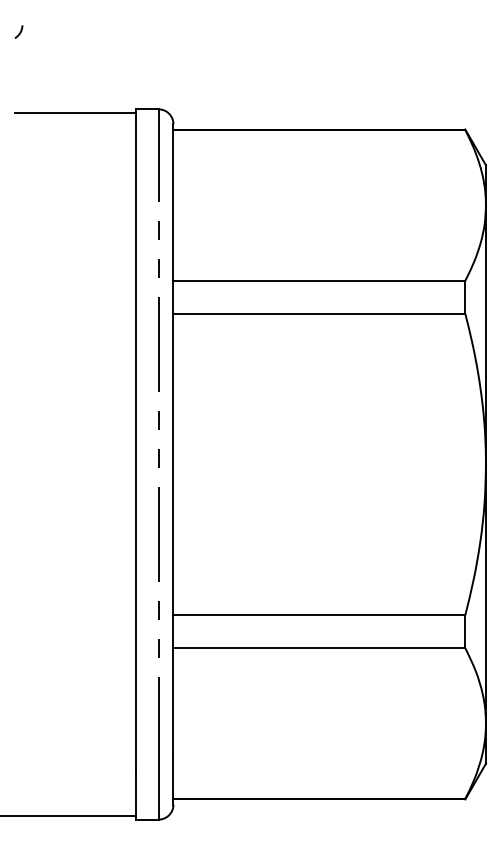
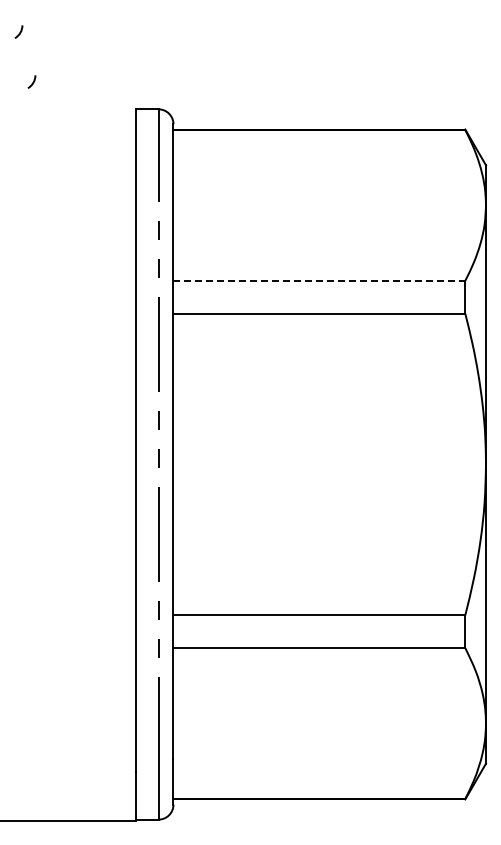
arc at (32, 82): none -> present
line at (75, 113): present -> none
line at (319, 280): solid -> dashed
line at (69, 815) position: (69, 815) -> (69, 820)
